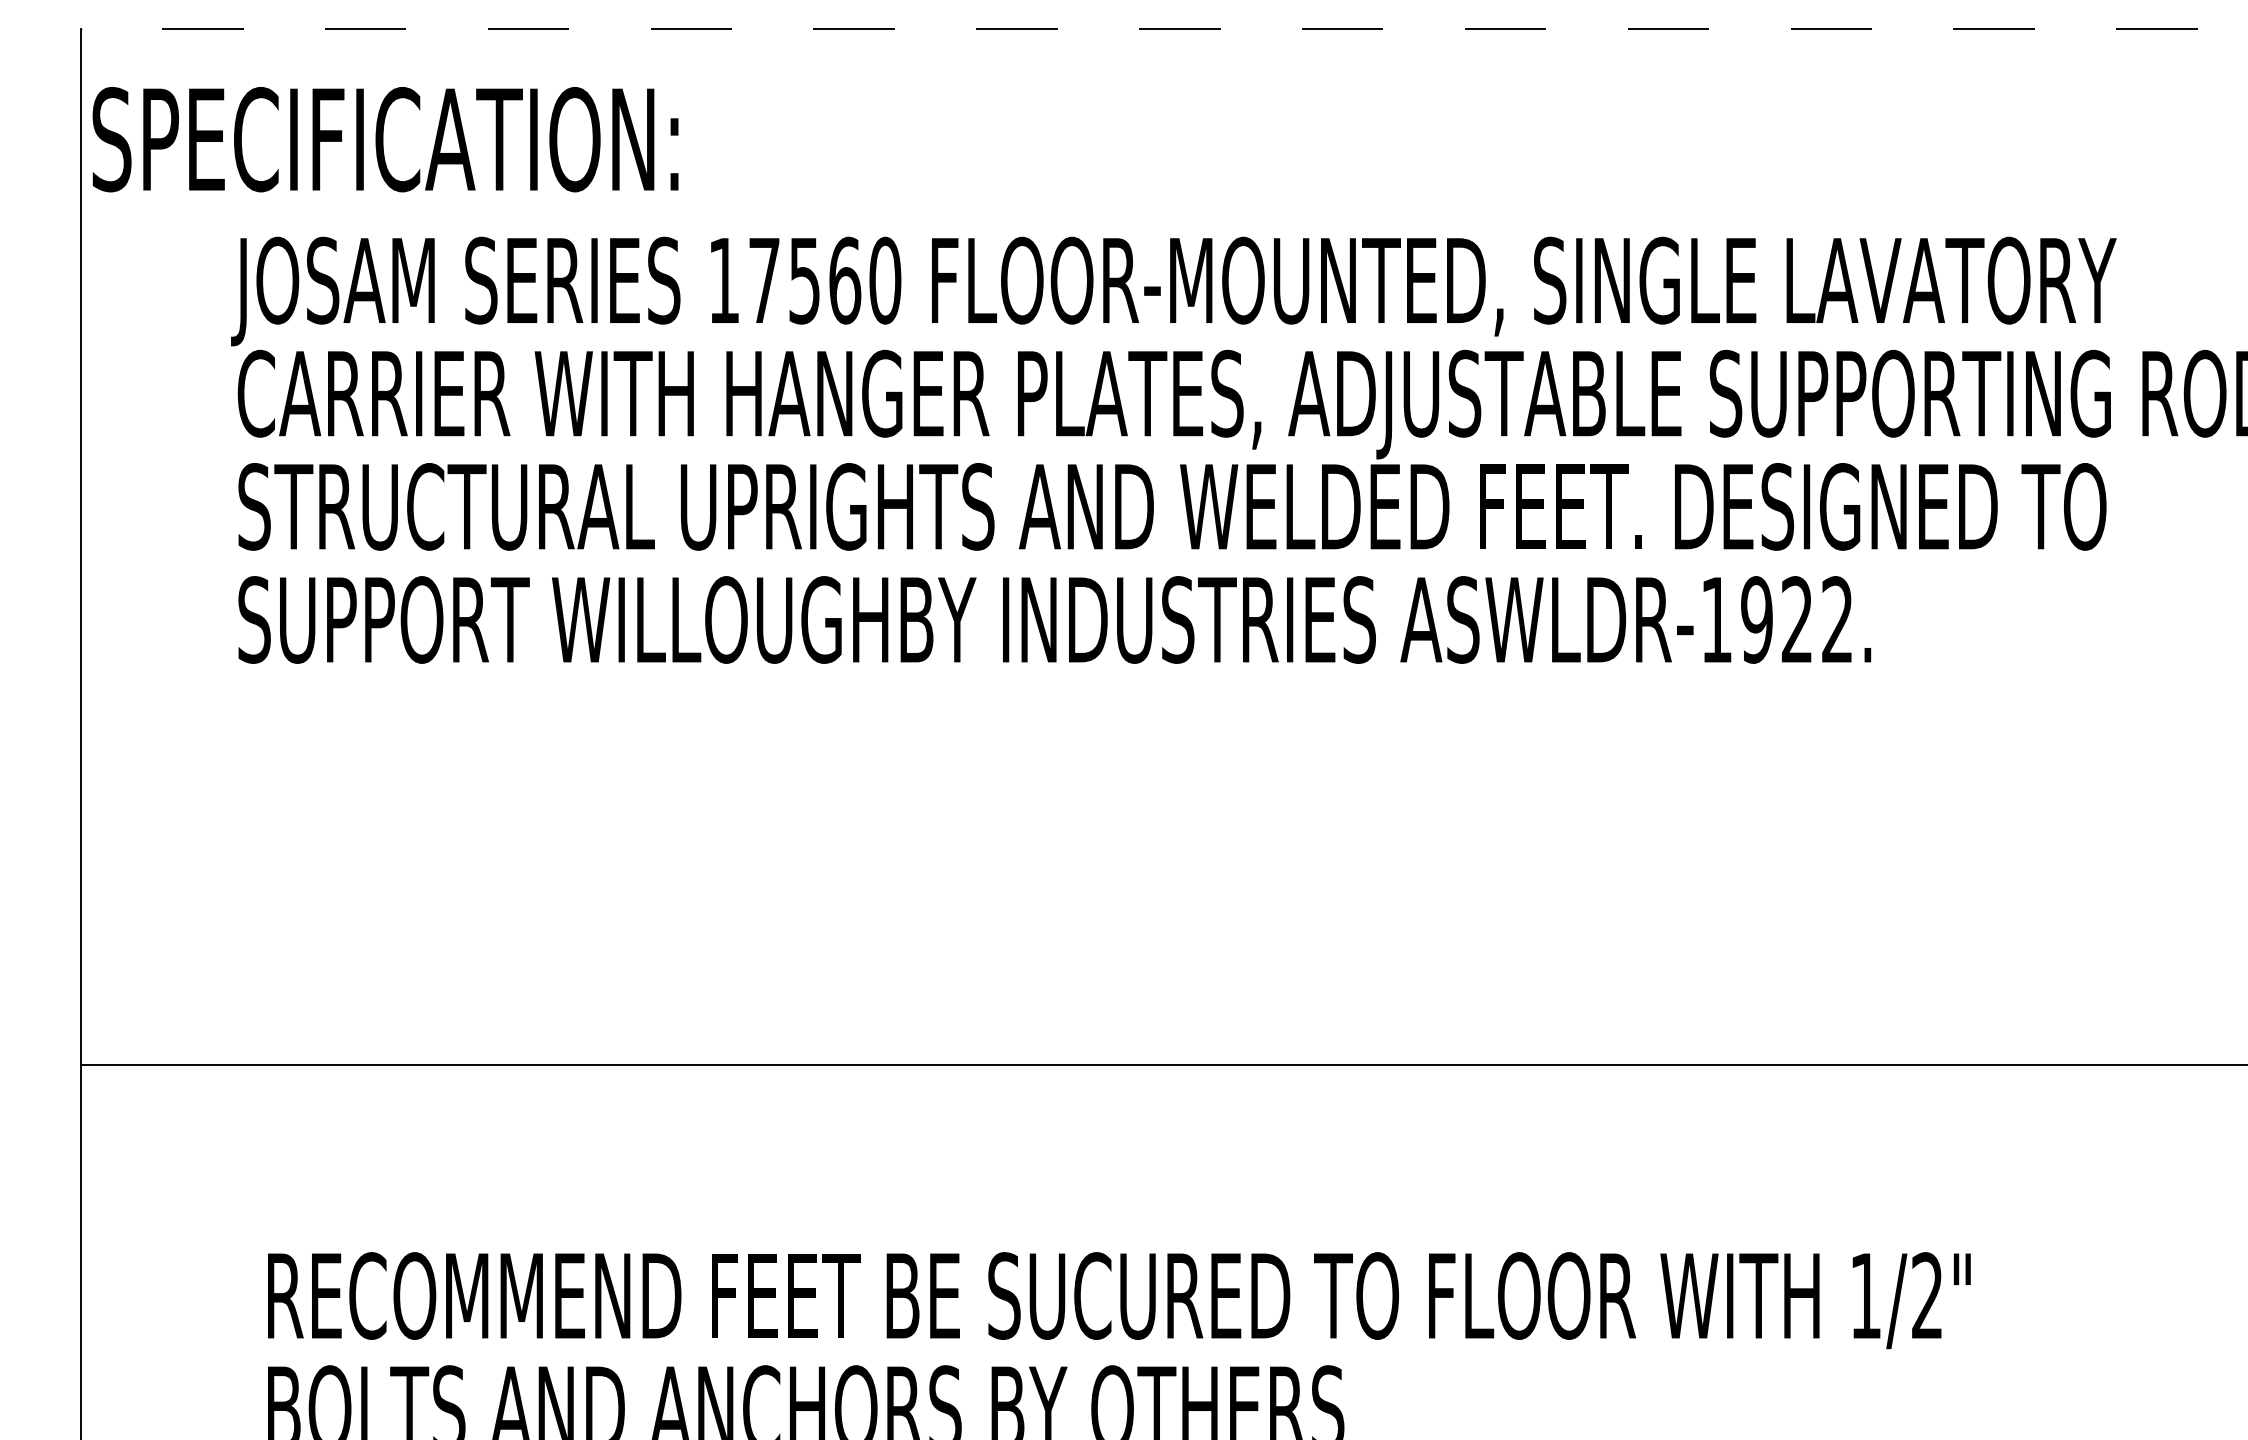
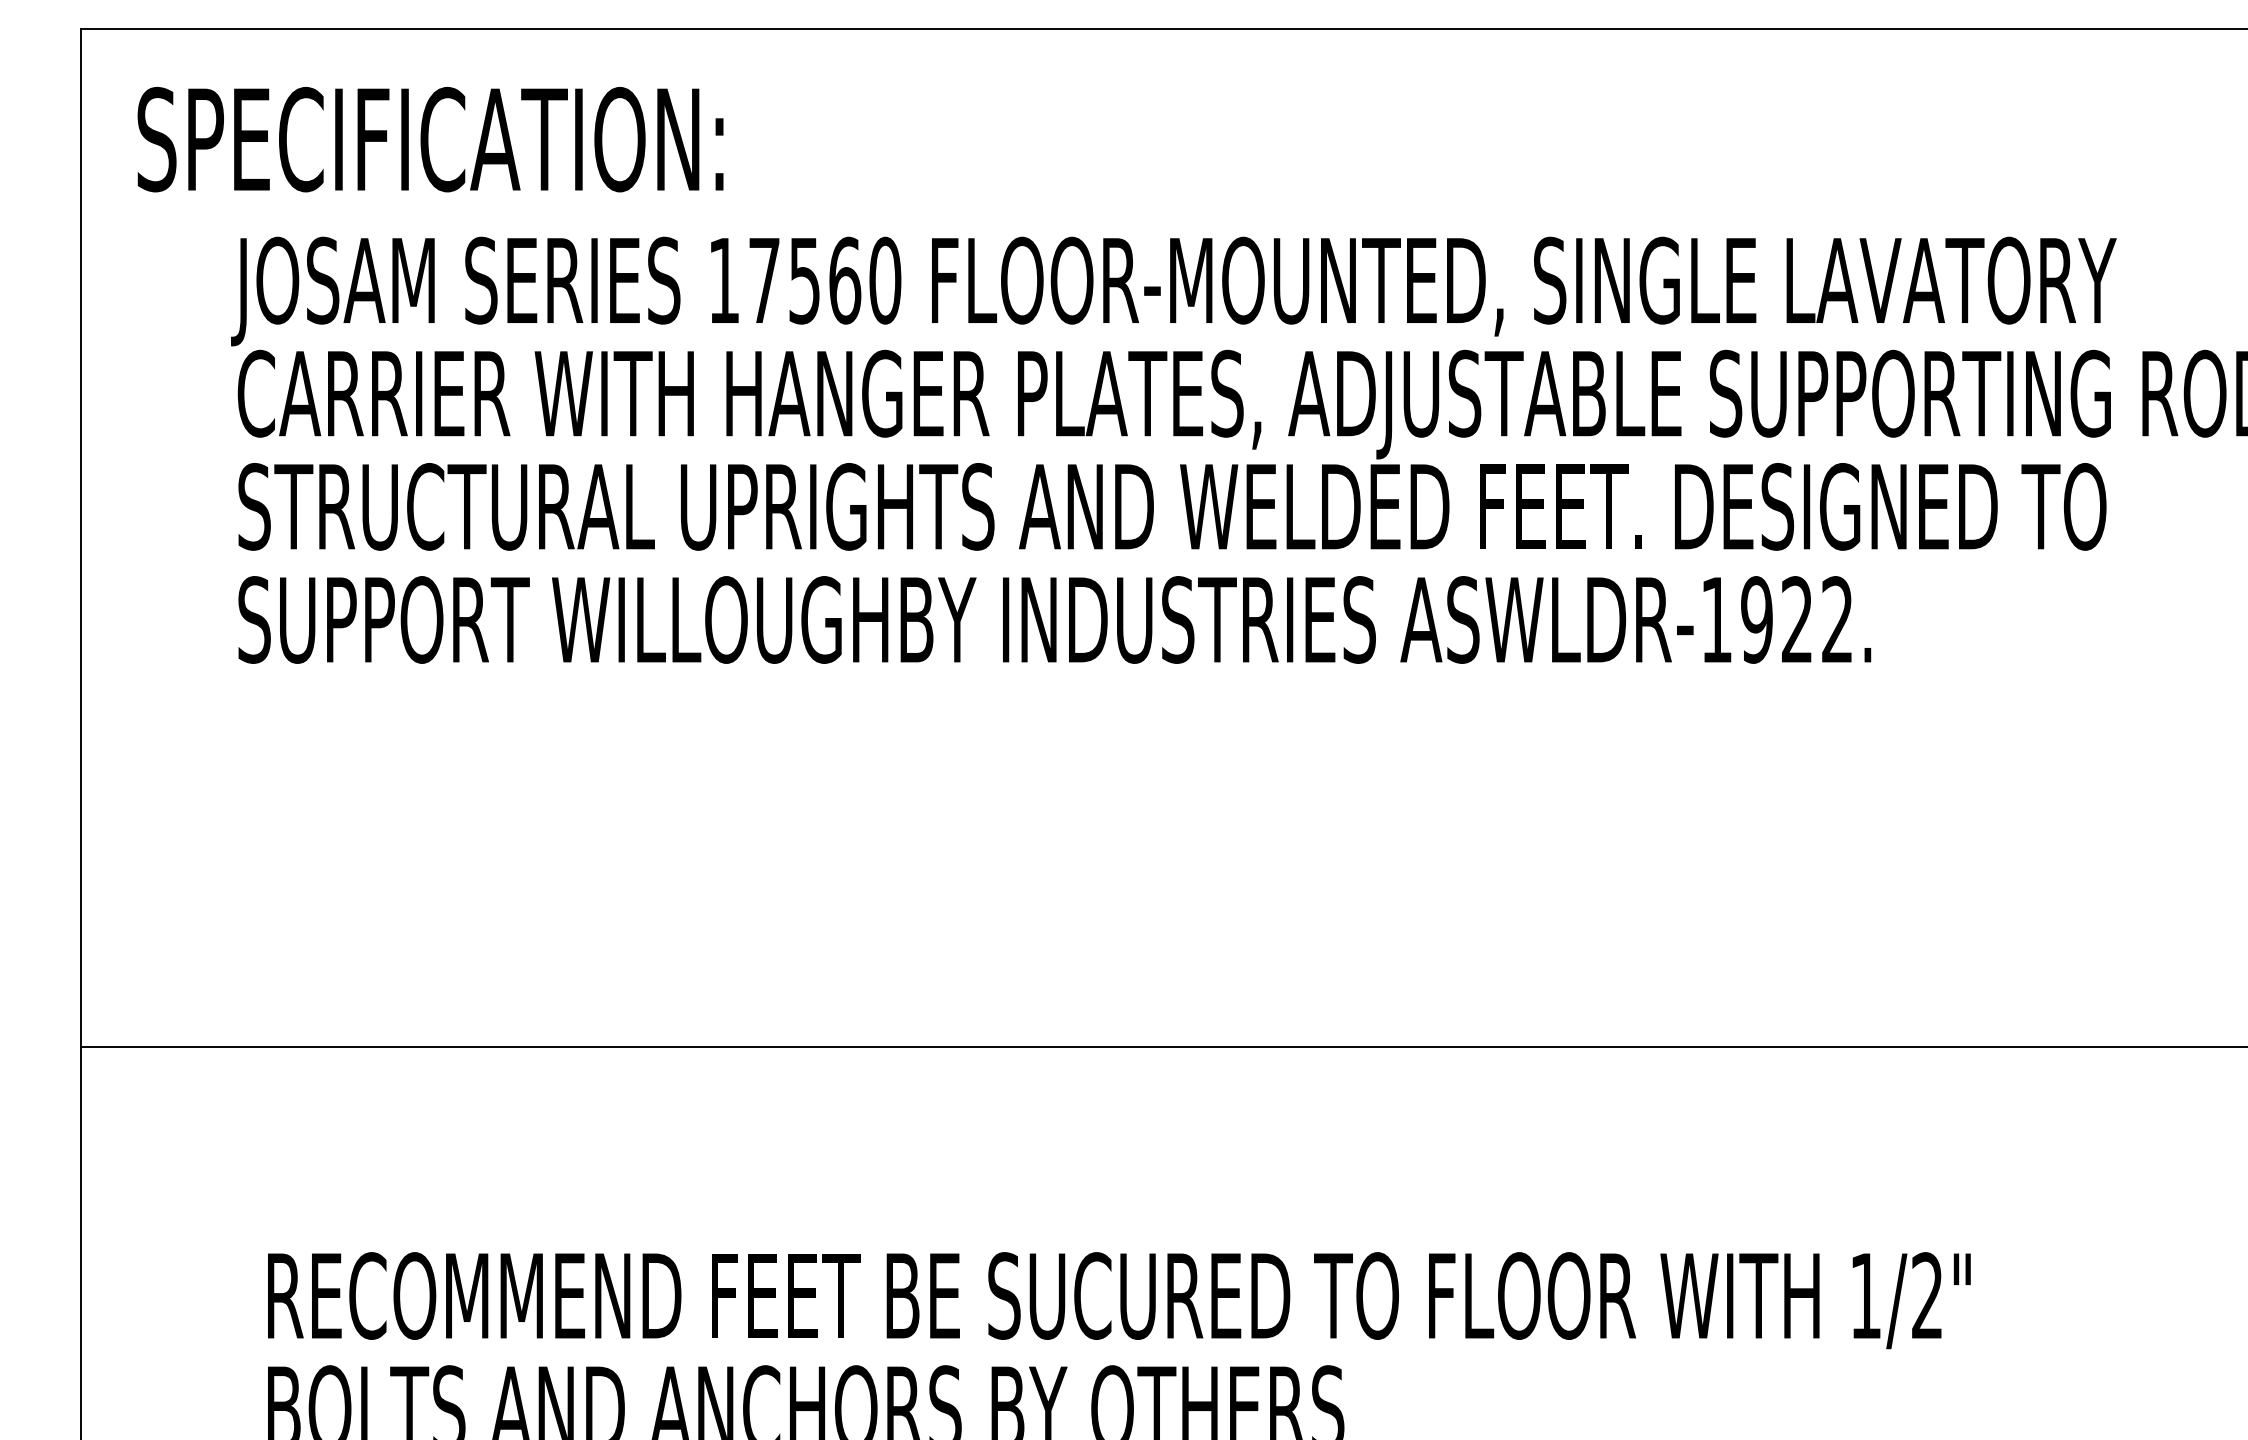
line at (1164, 28): dashed -> solid
text at (385, 139) position: (385, 139) -> (430, 139)
line at (1162, 1064) position: (1162, 1064) -> (1162, 1046)
